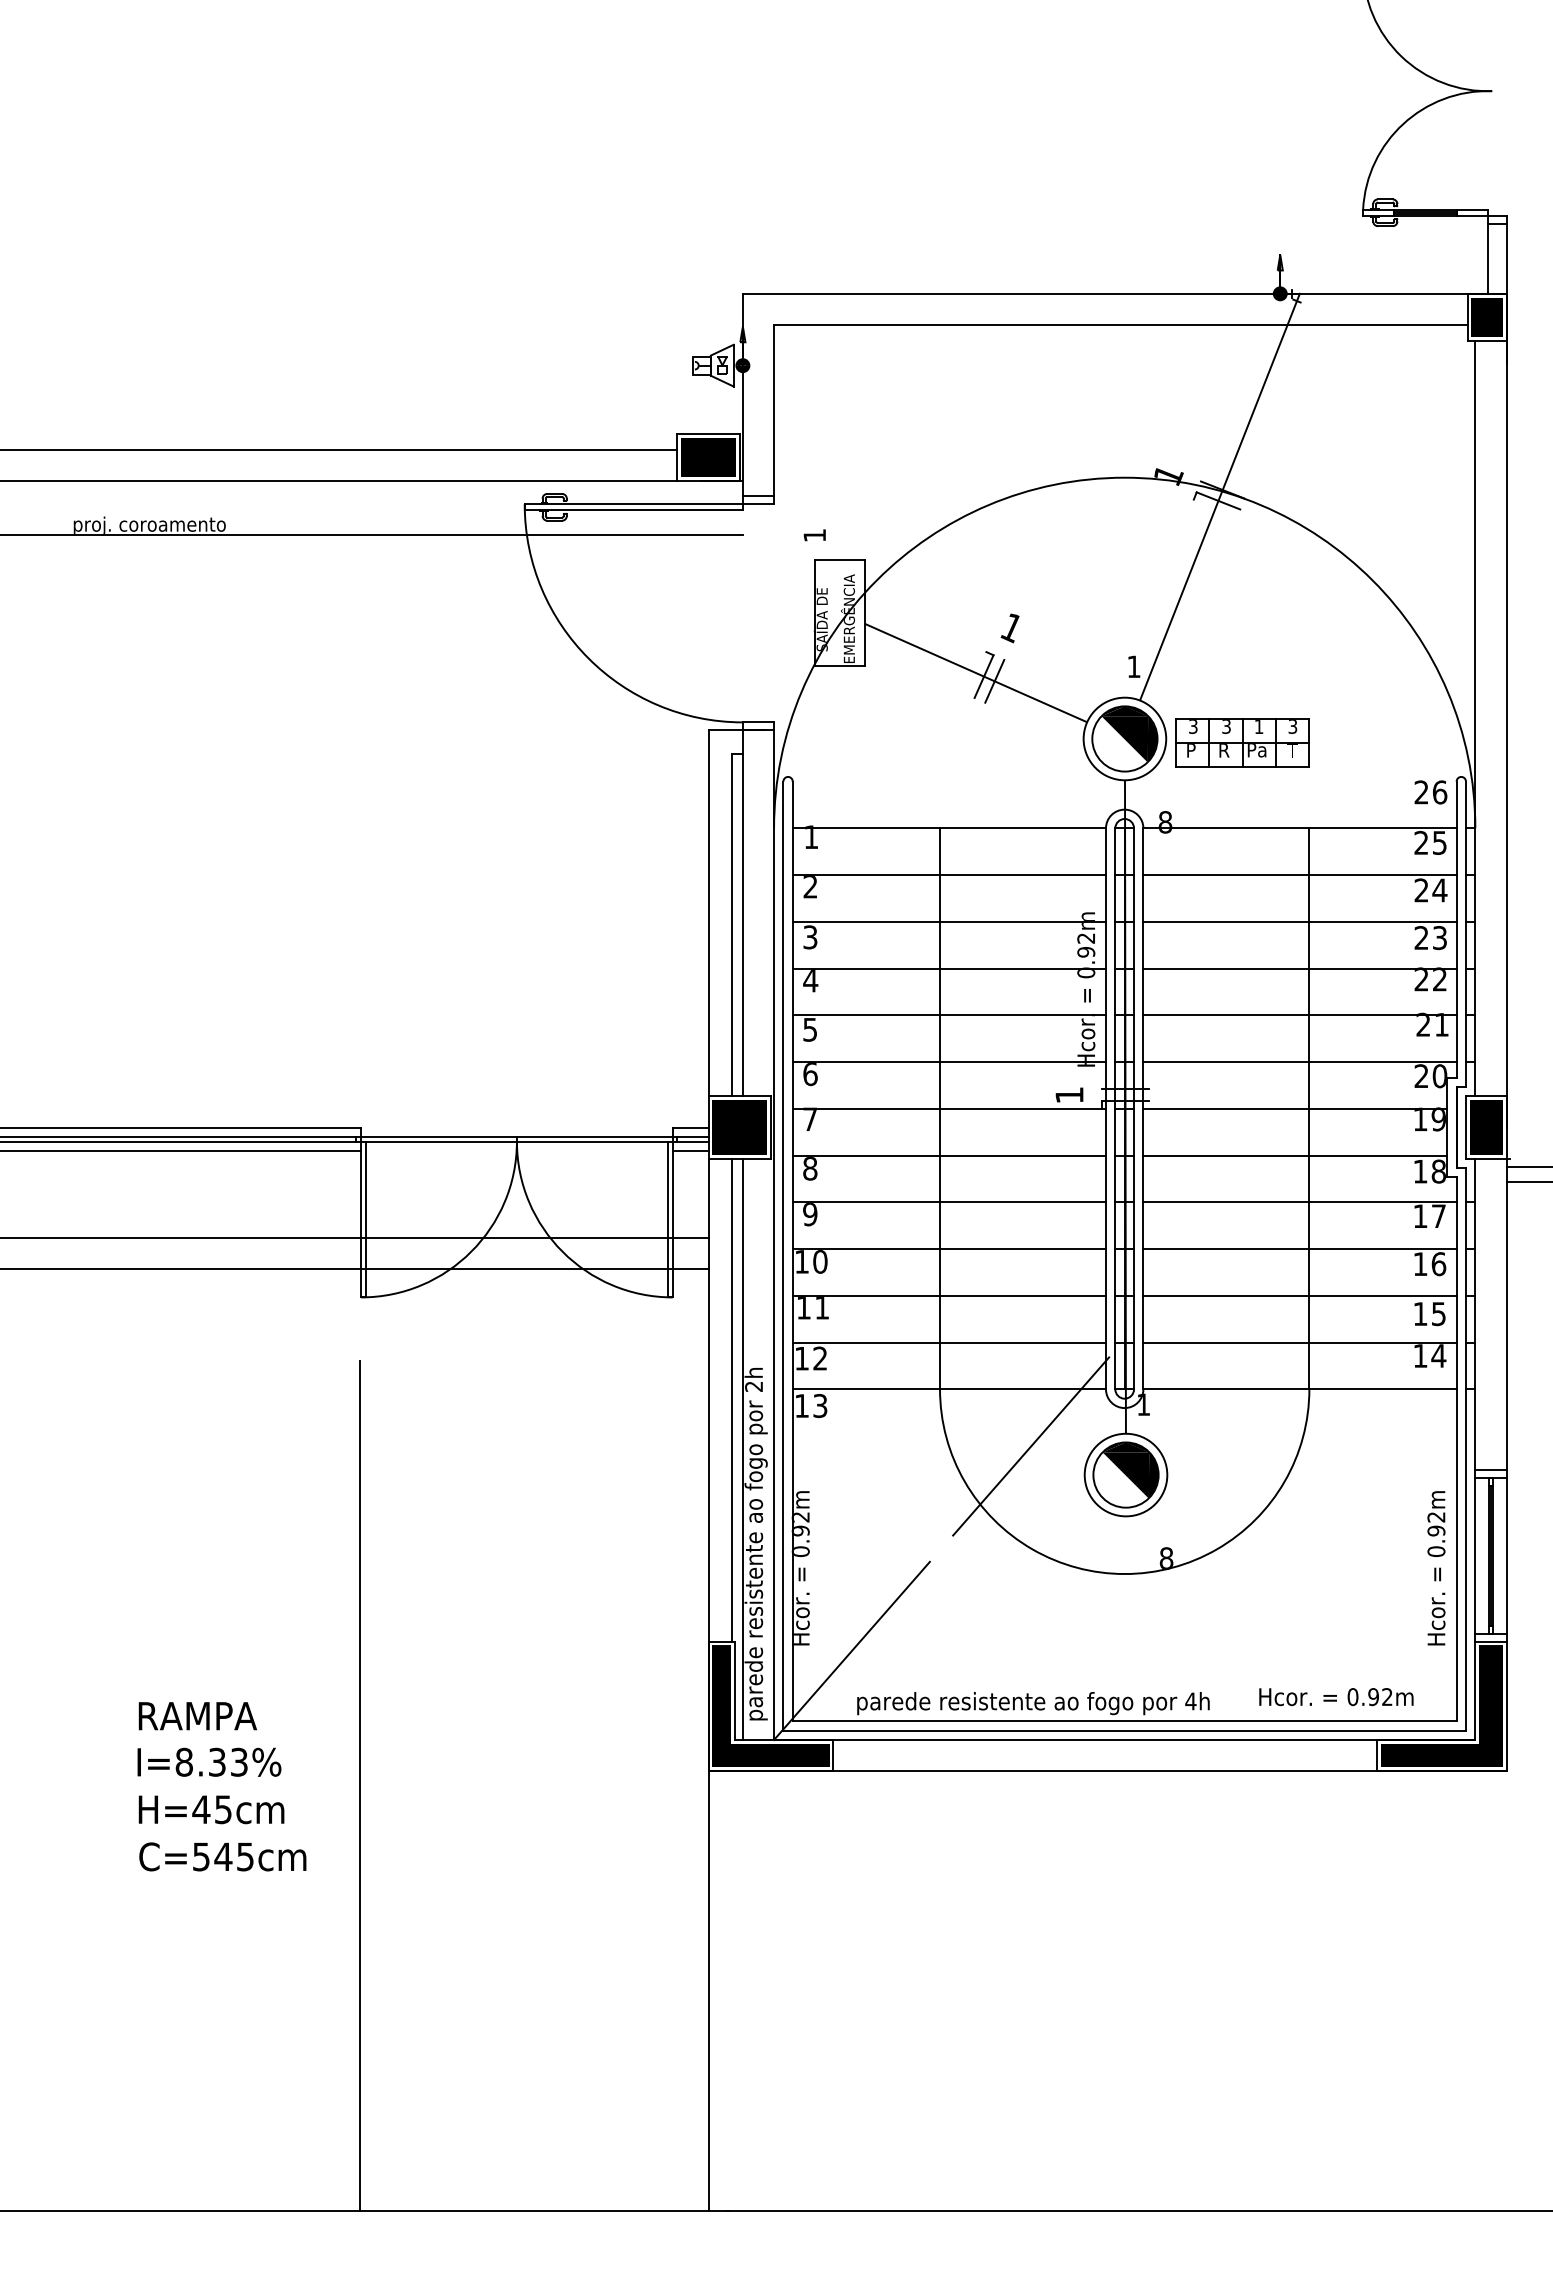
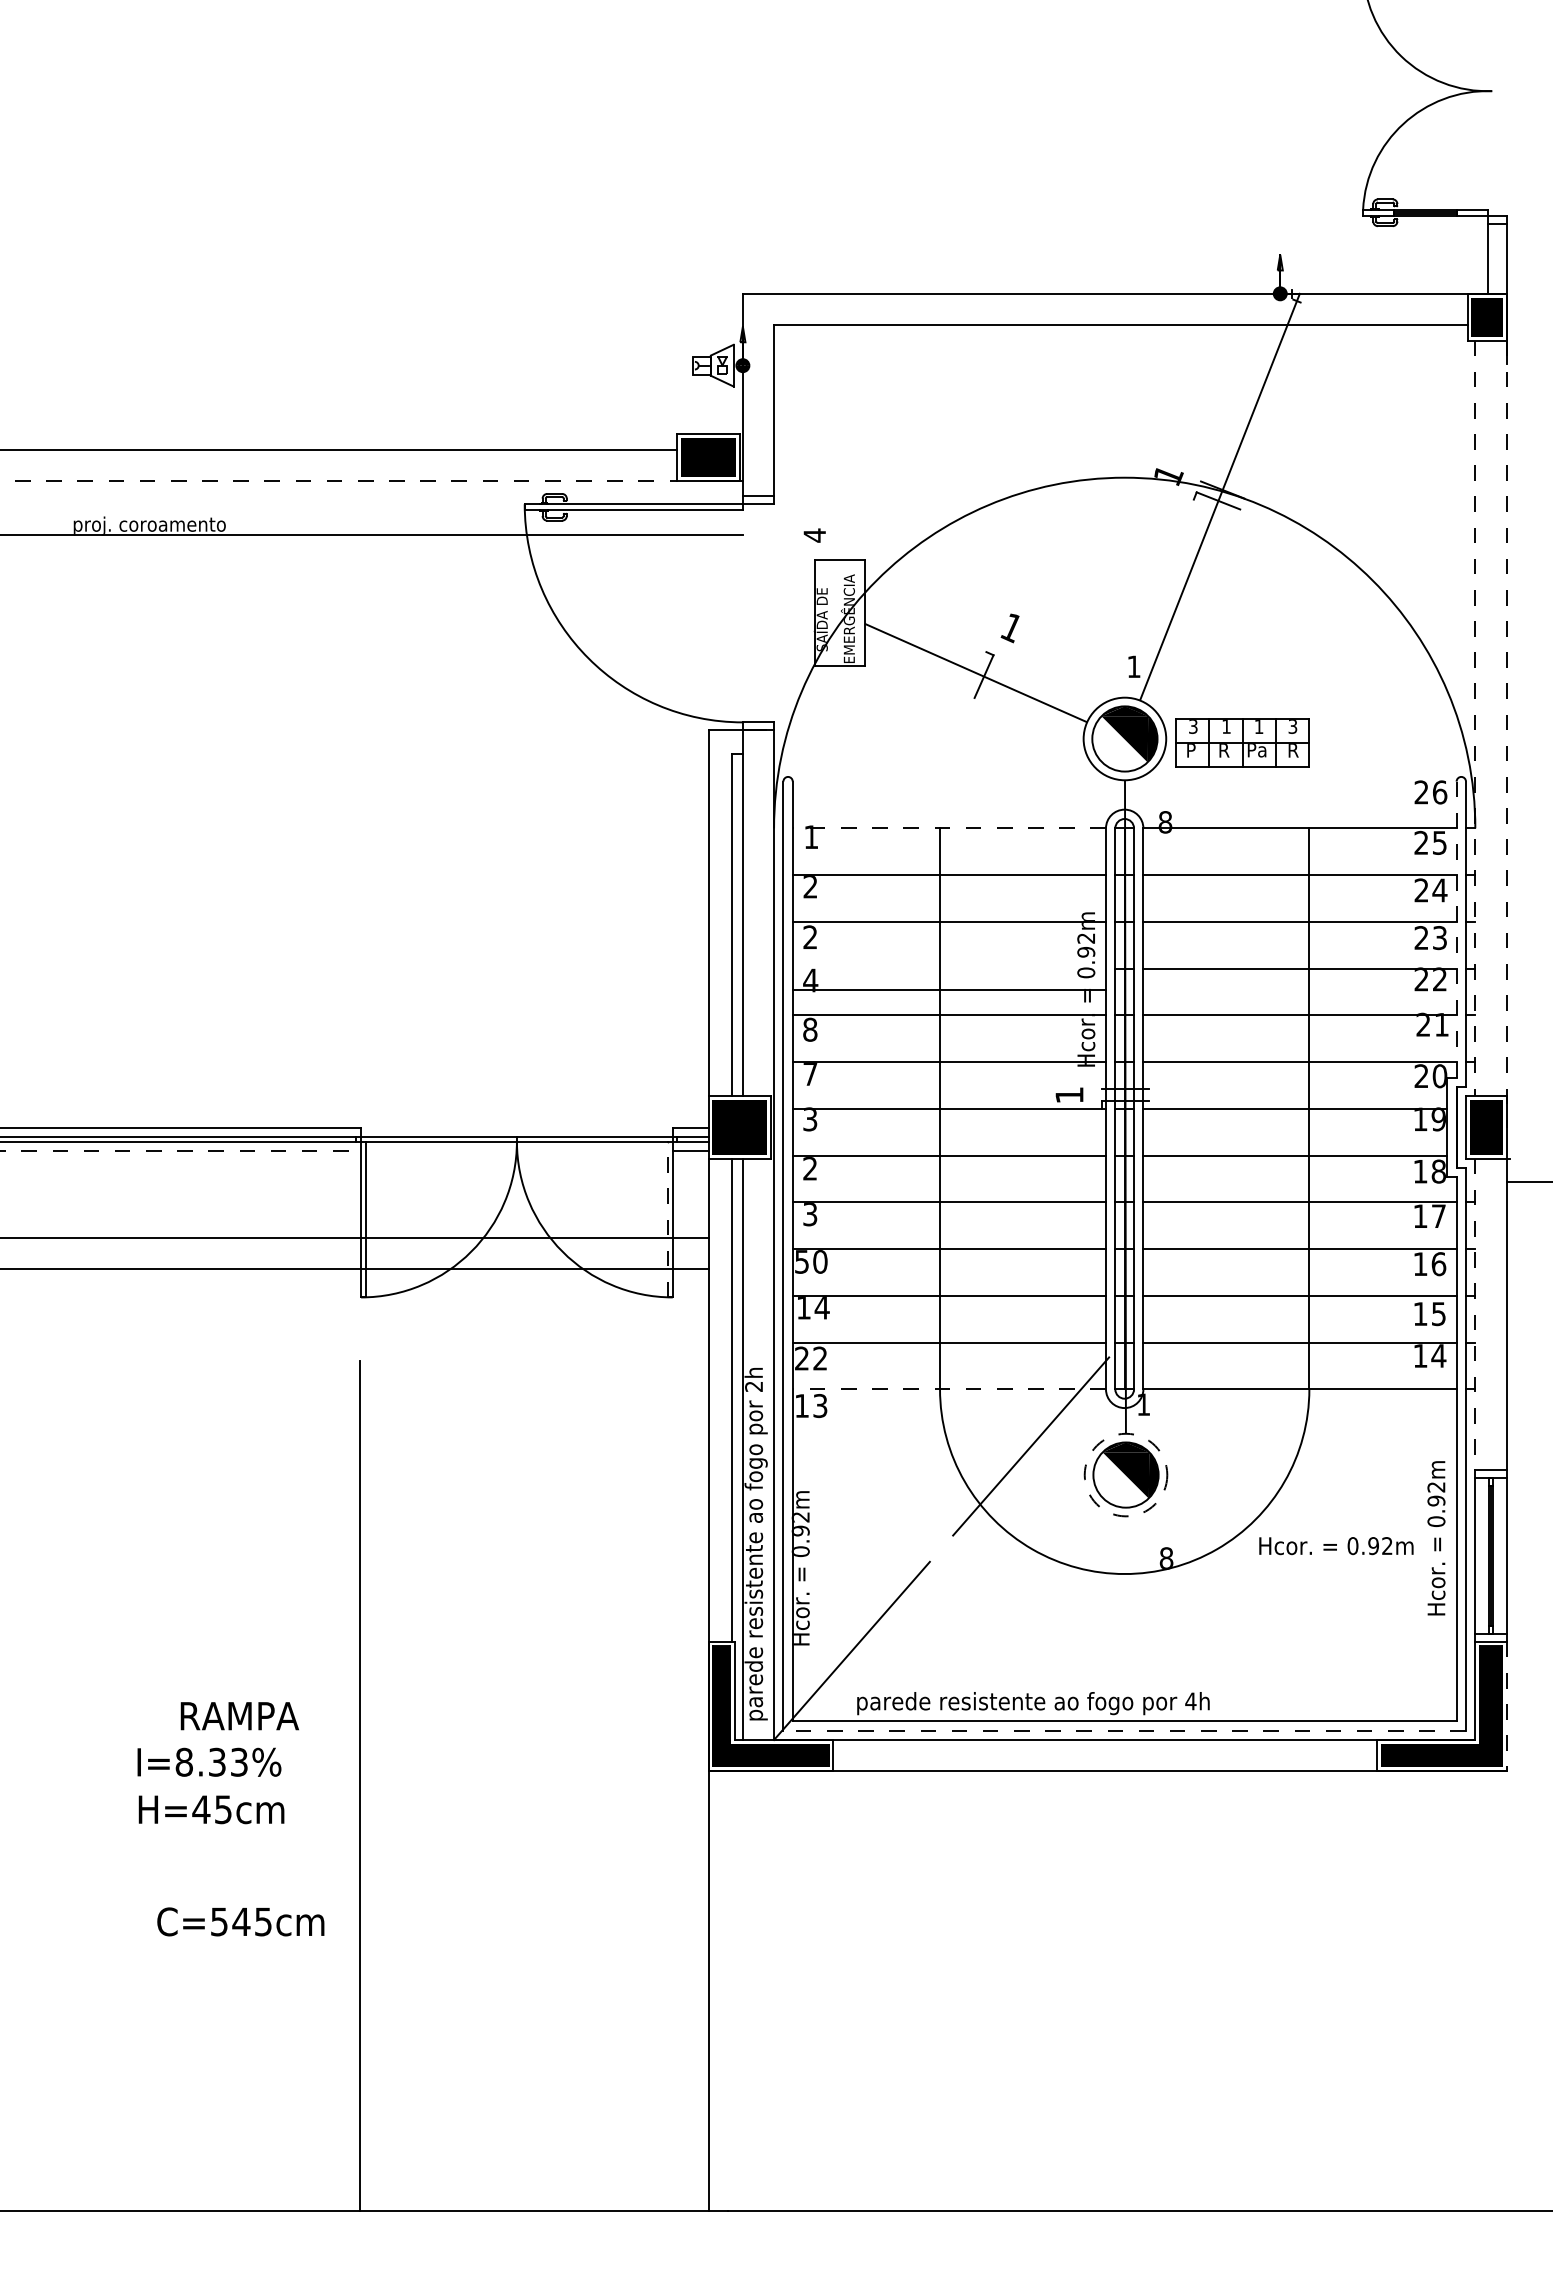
line at (339, 480): solid -> dashed
text at (814, 535): 1 -> 4
line at (994, 680): present -> none
line at (1475, 718): solid -> dashed
text at (1226, 726): 3 -> 1
line at (1506, 734): solid -> dashed
text at (1292, 750): T -> R
line at (949, 828): solid -> dashed
line at (1456, 929): solid -> dashed
text at (810, 937): 3 -> 2
line at (948, 968) position: (948, 968) -> (948, 989)
text at (810, 1029): 5 -> 8
text at (810, 1074): 6 -> 7
text at (810, 1119): 7 -> 3
line at (181, 1150): solid -> dashed
line at (1527, 1166): present -> none
text at (810, 1168): 8 -> 2
text at (810, 1214): 9 -> 3
line at (668, 1219): solid -> dashed
text at (801, 1261): 10 -> 50
text at (821, 1308): 11 -> 14
line at (1475, 1314): solid -> dashed
text at (801, 1358): 12 -> 22
line at (949, 1389): solid -> dashed
circle at (1125, 1474): solid -> dashed
text at (1436, 1568) position: (1436, 1568) -> (1436, 1538)
text at (1336, 1697) position: (1336, 1697) -> (1336, 1546)
line at (1506, 1706): solid -> dashed
text at (197, 1716) position: (197, 1716) -> (239, 1716)
line at (1124, 1730): solid -> dashed
text at (222, 1856) position: (222, 1856) -> (240, 1921)
